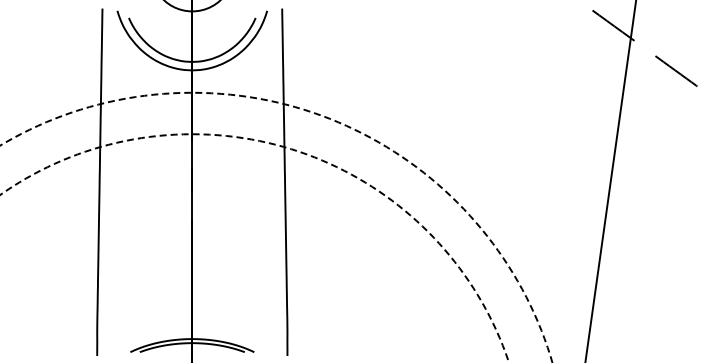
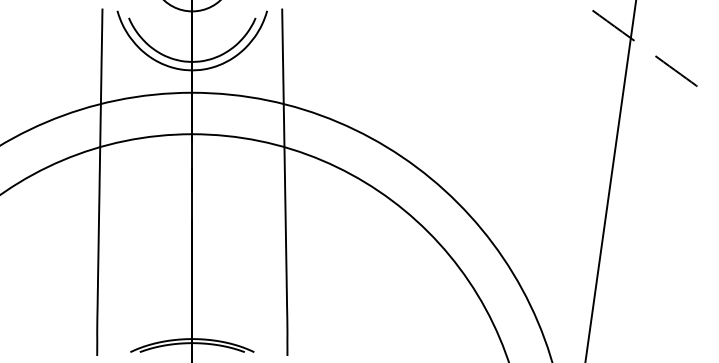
circle at (276, 227): dashed -> solid
circle at (254, 248): dashed -> solid
